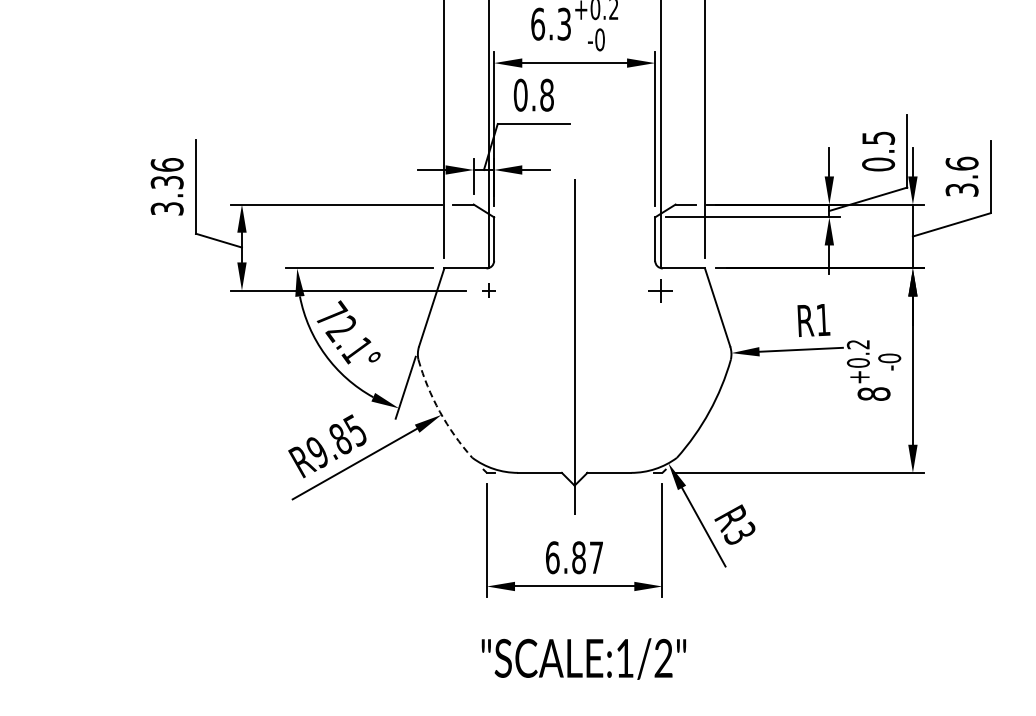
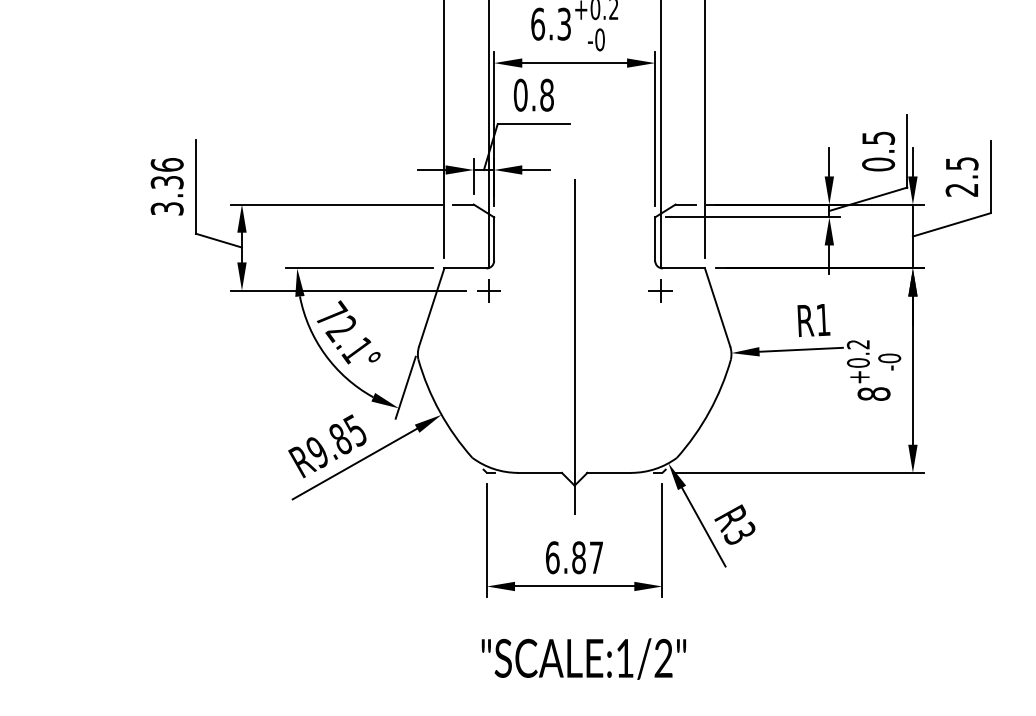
text at (961, 176): 3.6 -> 2.5
part at (488, 290) size: 14x15 px -> 24x24 px
arc at (439, 411): dashed -> solid
